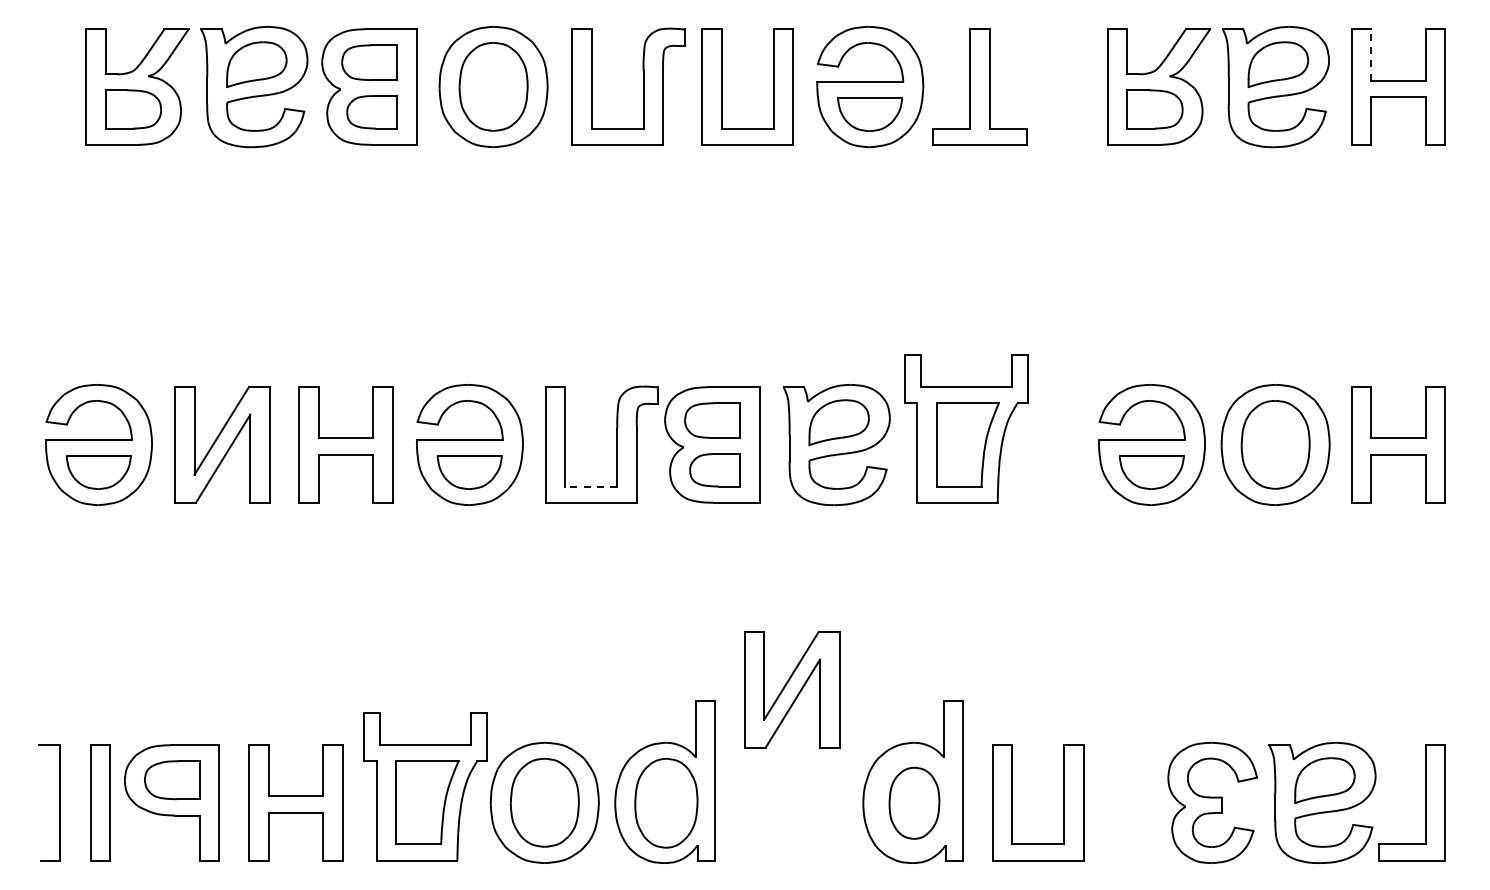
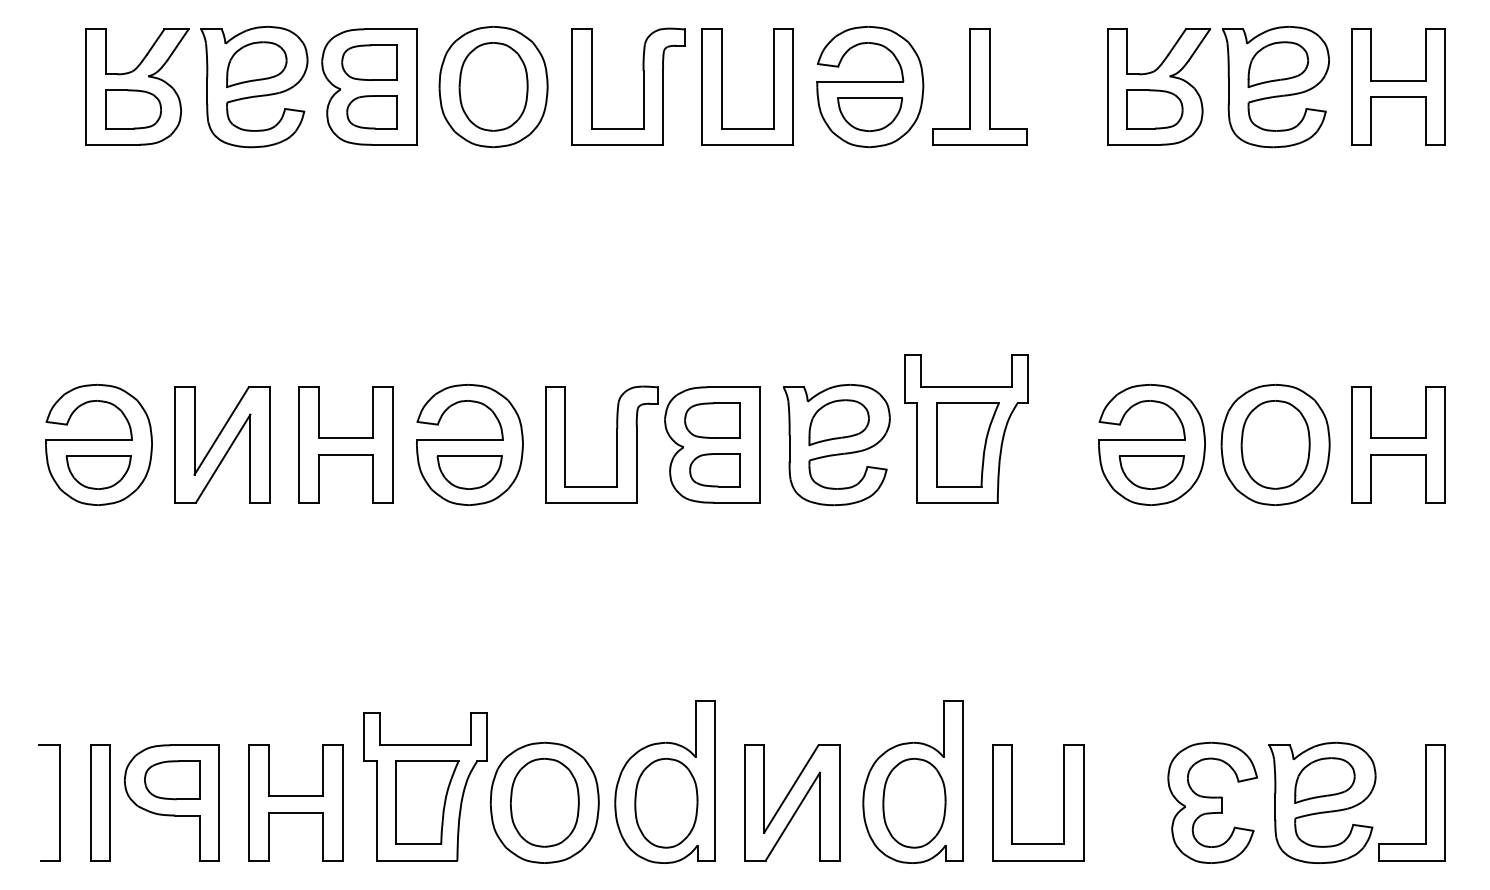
line at (1371, 54): dashed -> solid
line at (591, 486): dashed -> solid
part at (792, 689) position: (792, 689) -> (792, 802)
part at (914, 802) size: 53x74 px -> 65x91 px
